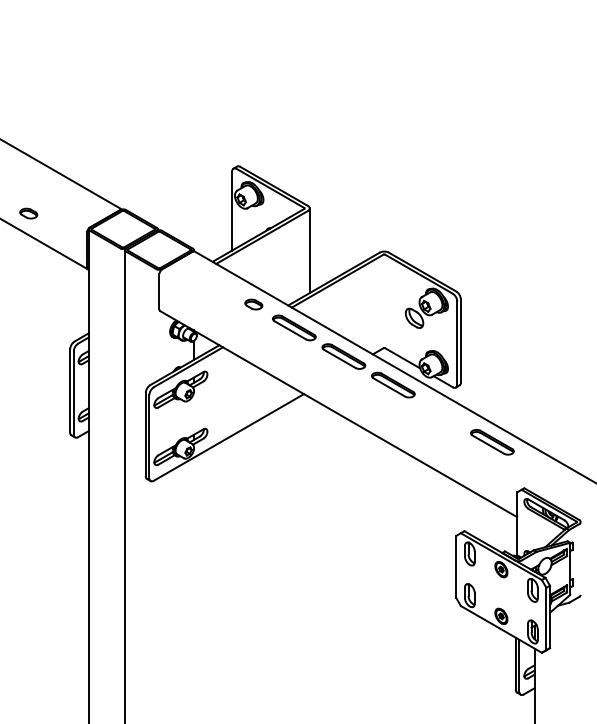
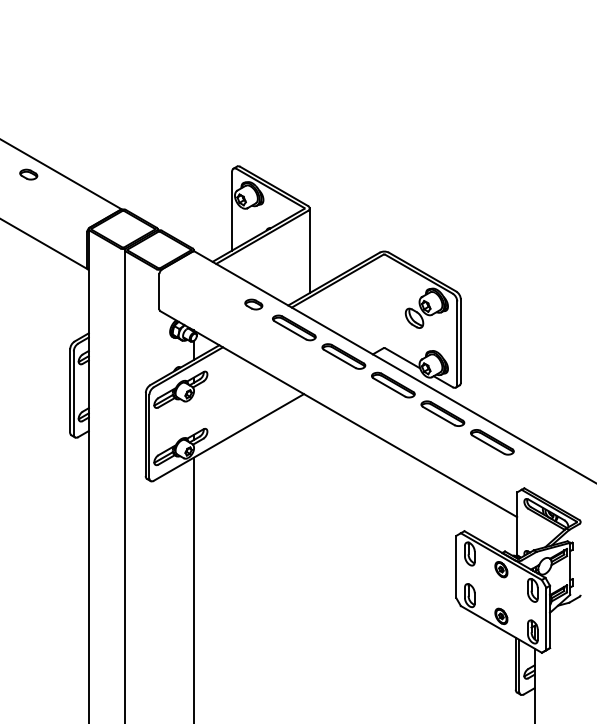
part at (28, 213) position: (28, 213) -> (28, 174)
part at (442, 413): none -> present
line at (193, 588): none -> present
